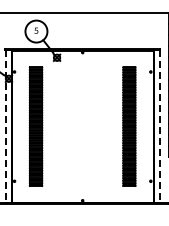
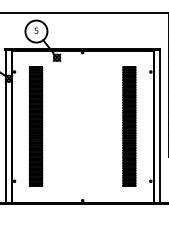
line at (5, 127): dashed -> solid
line at (159, 127): dashed -> solid
